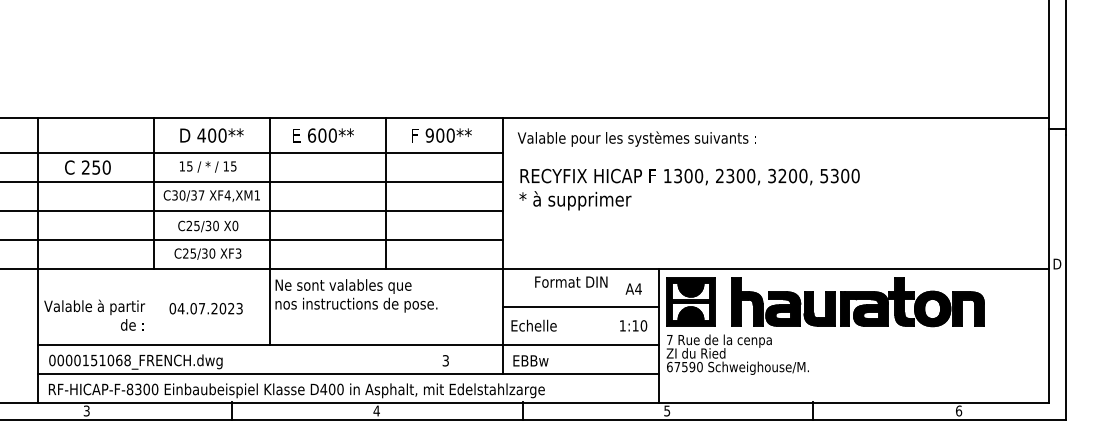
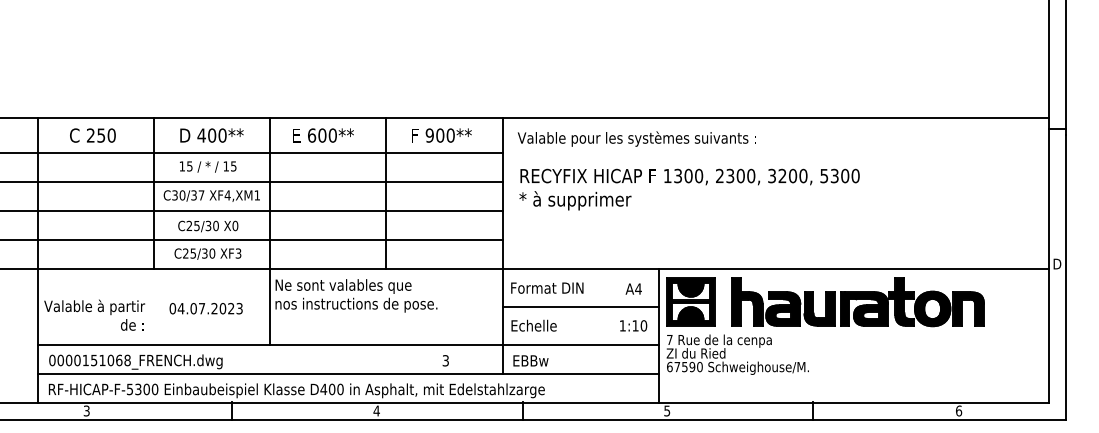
text at (87, 167) position: (87, 167) -> (92, 135)
text at (571, 281) position: (571, 281) -> (547, 287)
text at (129, 389): RF-HICAP-F-8300 -> RF-HICAP-F-5300
